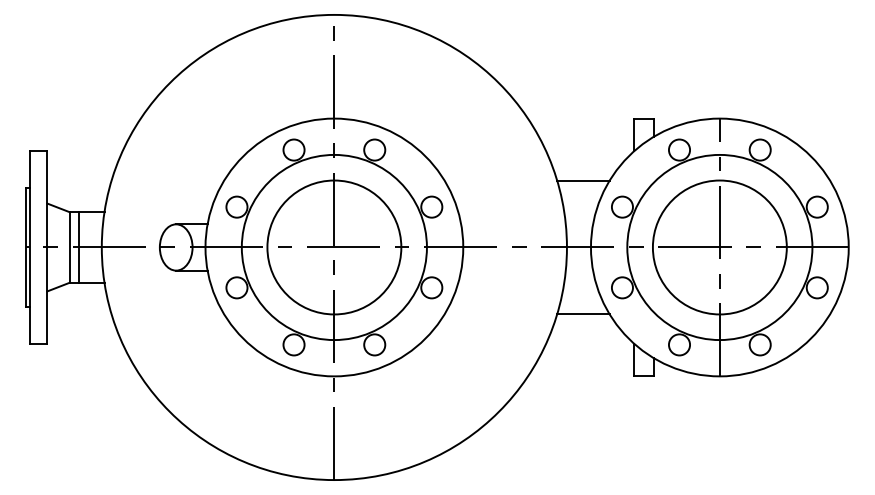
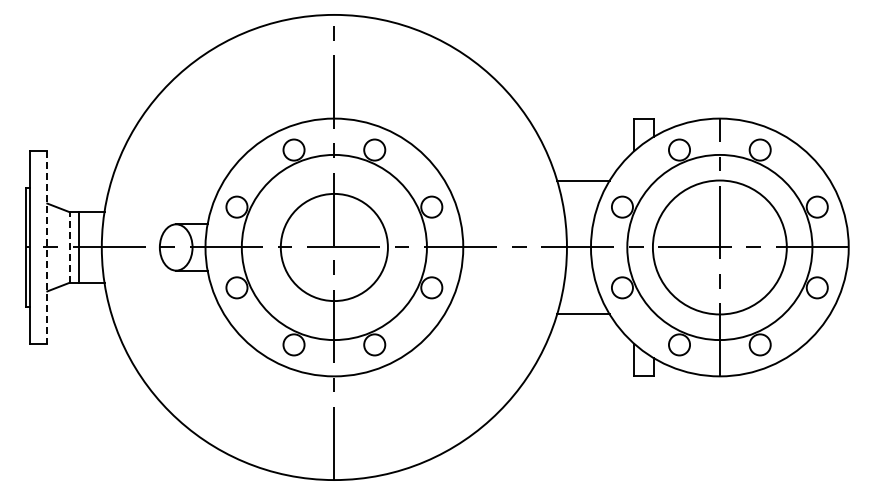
line at (47, 247): solid -> dashed
line at (69, 247): solid -> dashed
circle at (334, 247) diameter: 134 px -> 107 px
